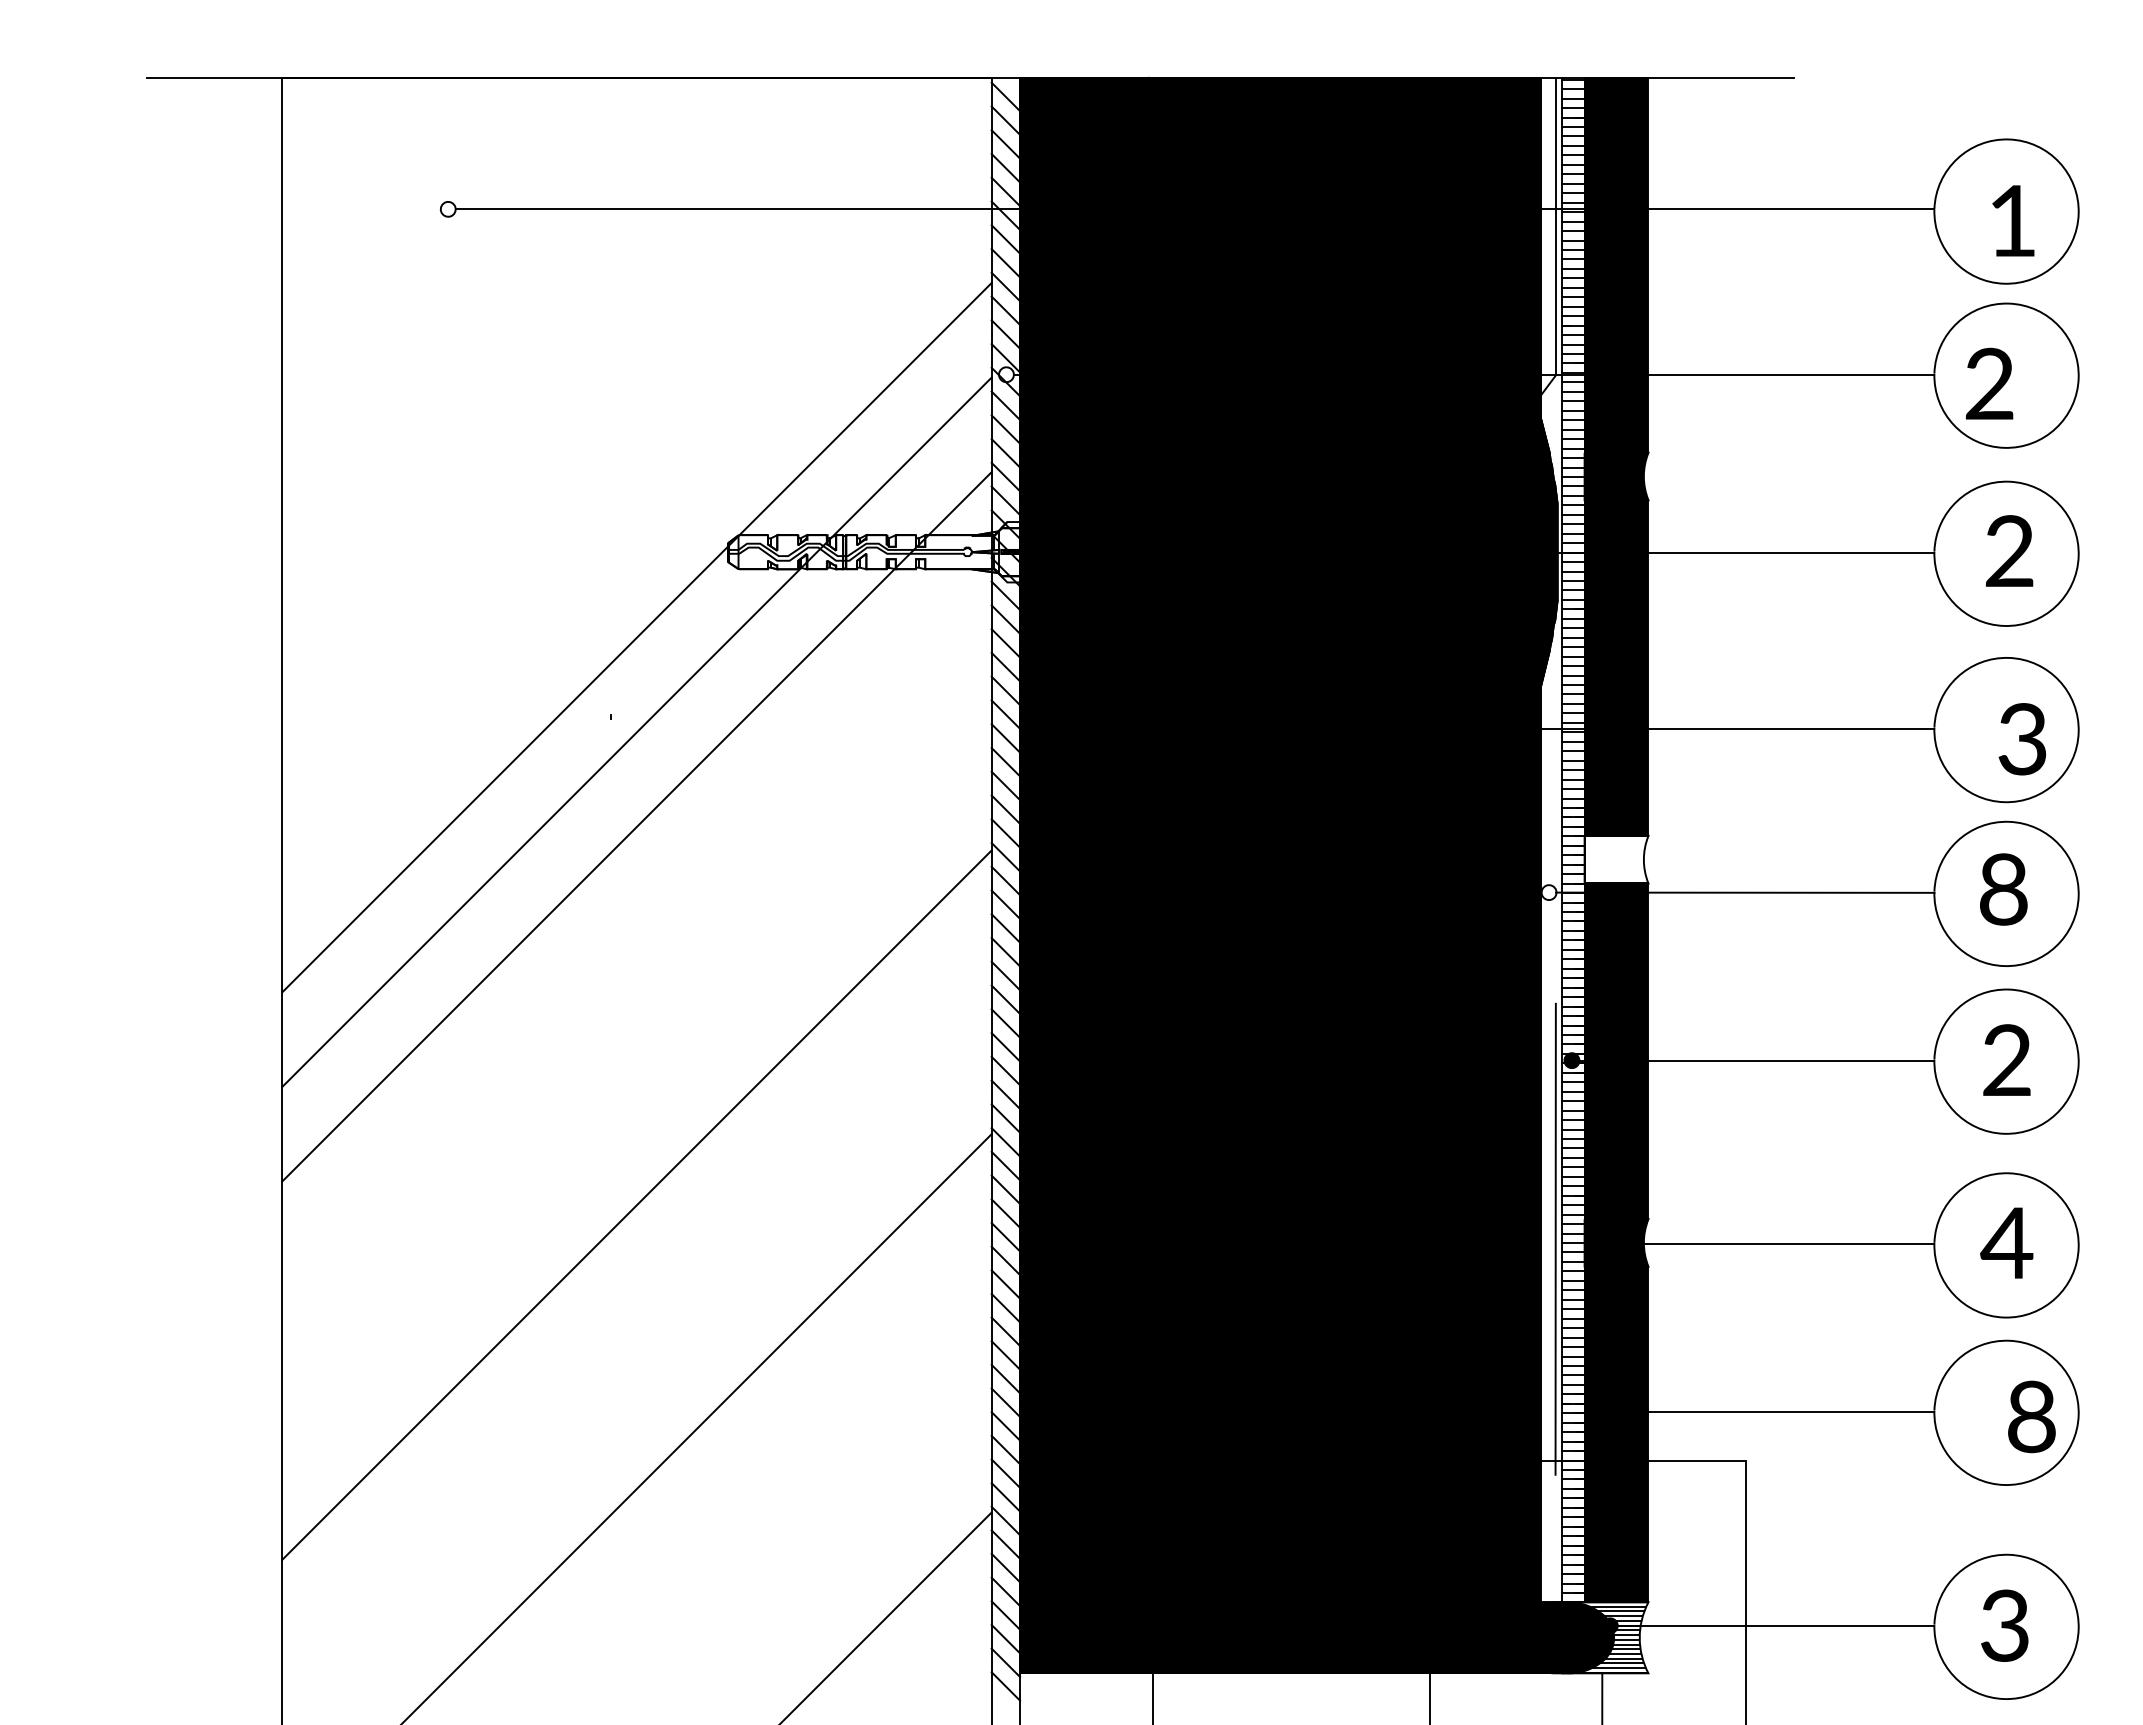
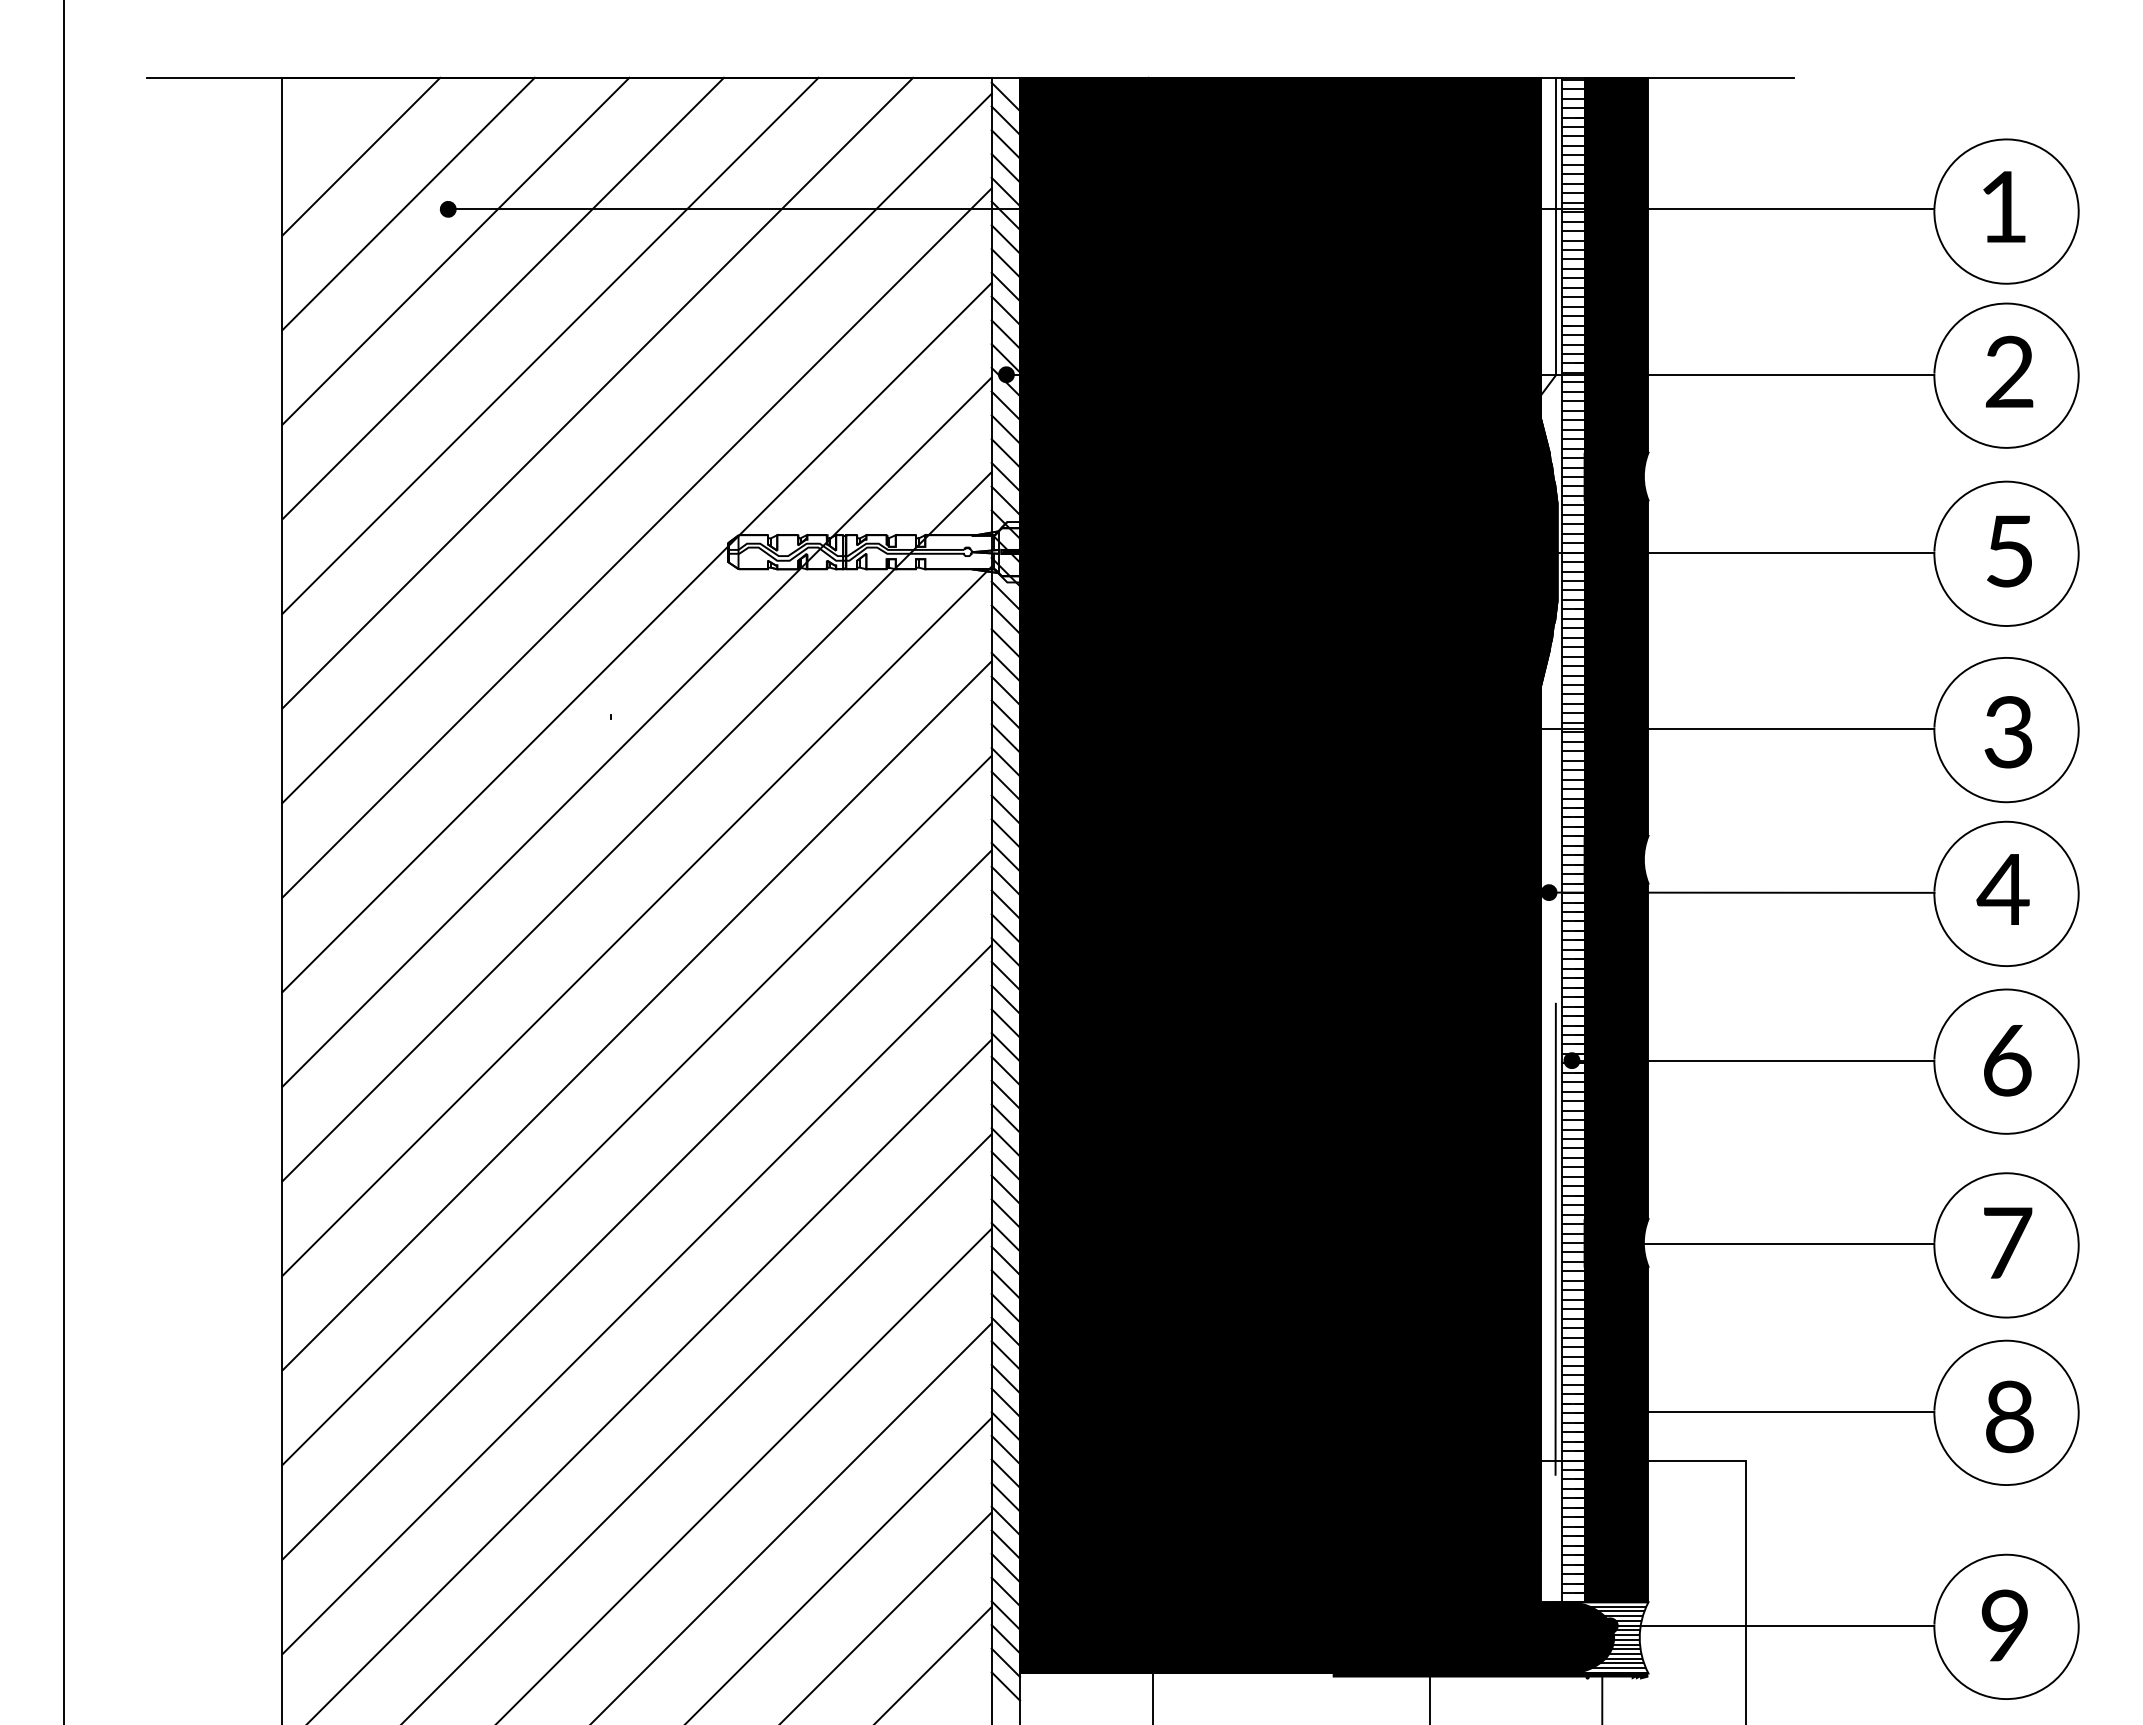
line at (361, 156): none -> present
line at (408, 203): none -> present
fill at (447, 208): none -> present
text at (2013, 220) position: (2013, 220) -> (2004, 206)
line at (455, 250): none -> present
line at (502, 298): none -> present
line at (550, 345): none -> present
fill at (1006, 374): none -> present
text at (1989, 383) position: (1989, 383) -> (2009, 371)
line at (597, 392): none -> present
line at (636, 448): none -> present
line at (636, 542): none -> present
text at (2009, 551): 2 -> 5
text at (2022, 739) position: (2022, 739) -> (2008, 732)
fill at (1616, 859): none -> present
line at (64, 861): none -> present
text at (2002, 889): 8 -> 4
fill at (1548, 892): none -> present
line at (636, 921): none -> present
line at (636, 1015): none -> present
text at (2007, 1060): 2 -> 6
line at (636, 1110): none -> present
text at (2006, 1242): 4 -> 7
line at (636, 1299): none -> present
line at (650, 1380): none -> present
text at (2031, 1416) position: (2031, 1416) -> (2009, 1416)
line at (744, 1474): none -> present
line at (792, 1522): none -> present
line at (839, 1569): none -> present
text at (2004, 1625): 3 -> 9
line at (934, 1664): none -> present
fill at (1490, 1676): none -> present
